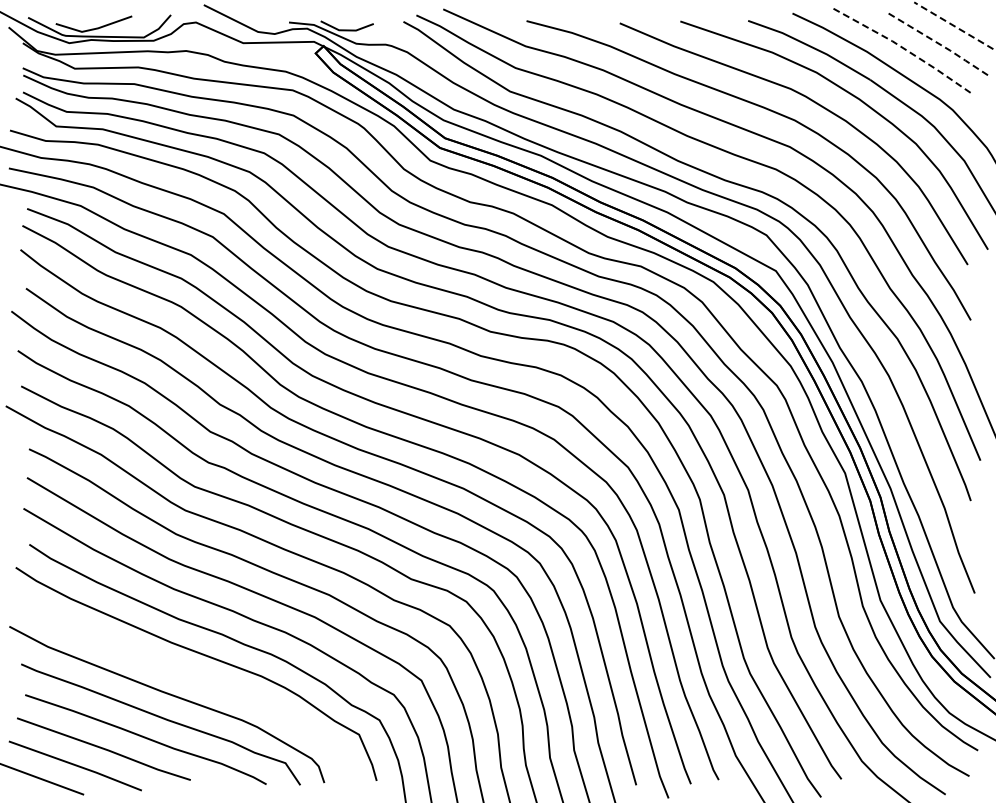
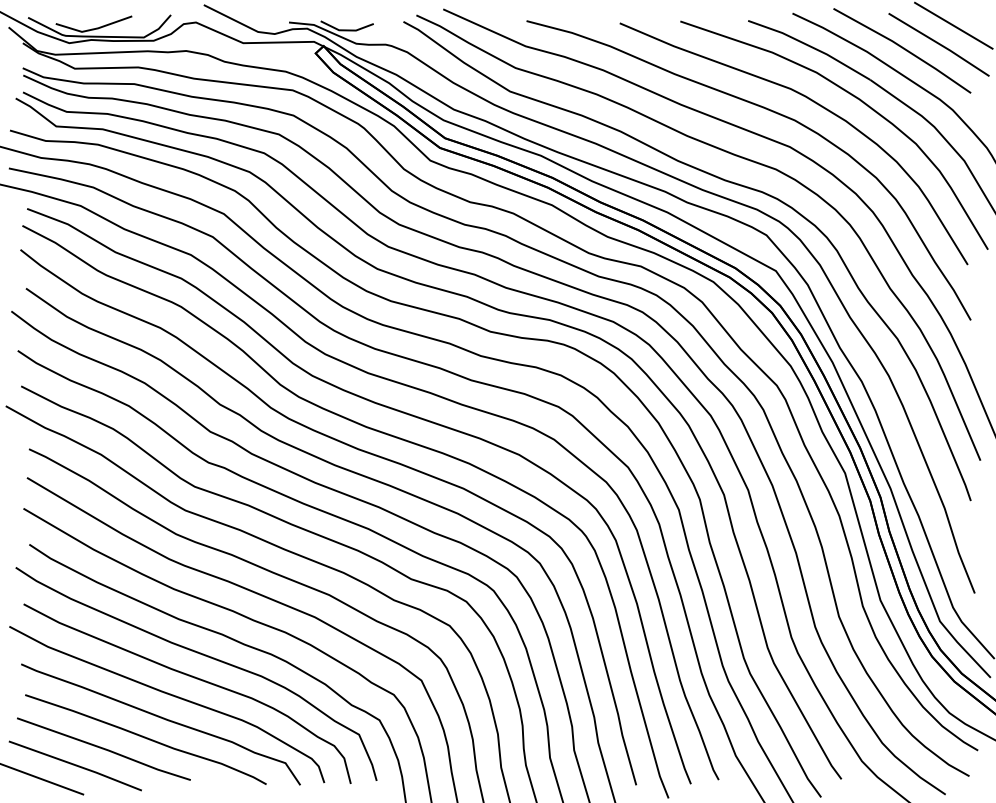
line at (953, 25): dashed -> solid
line at (940, 44): dashed -> solid
line at (903, 48): dashed -> solid
curve at (191, 677): none -> present
